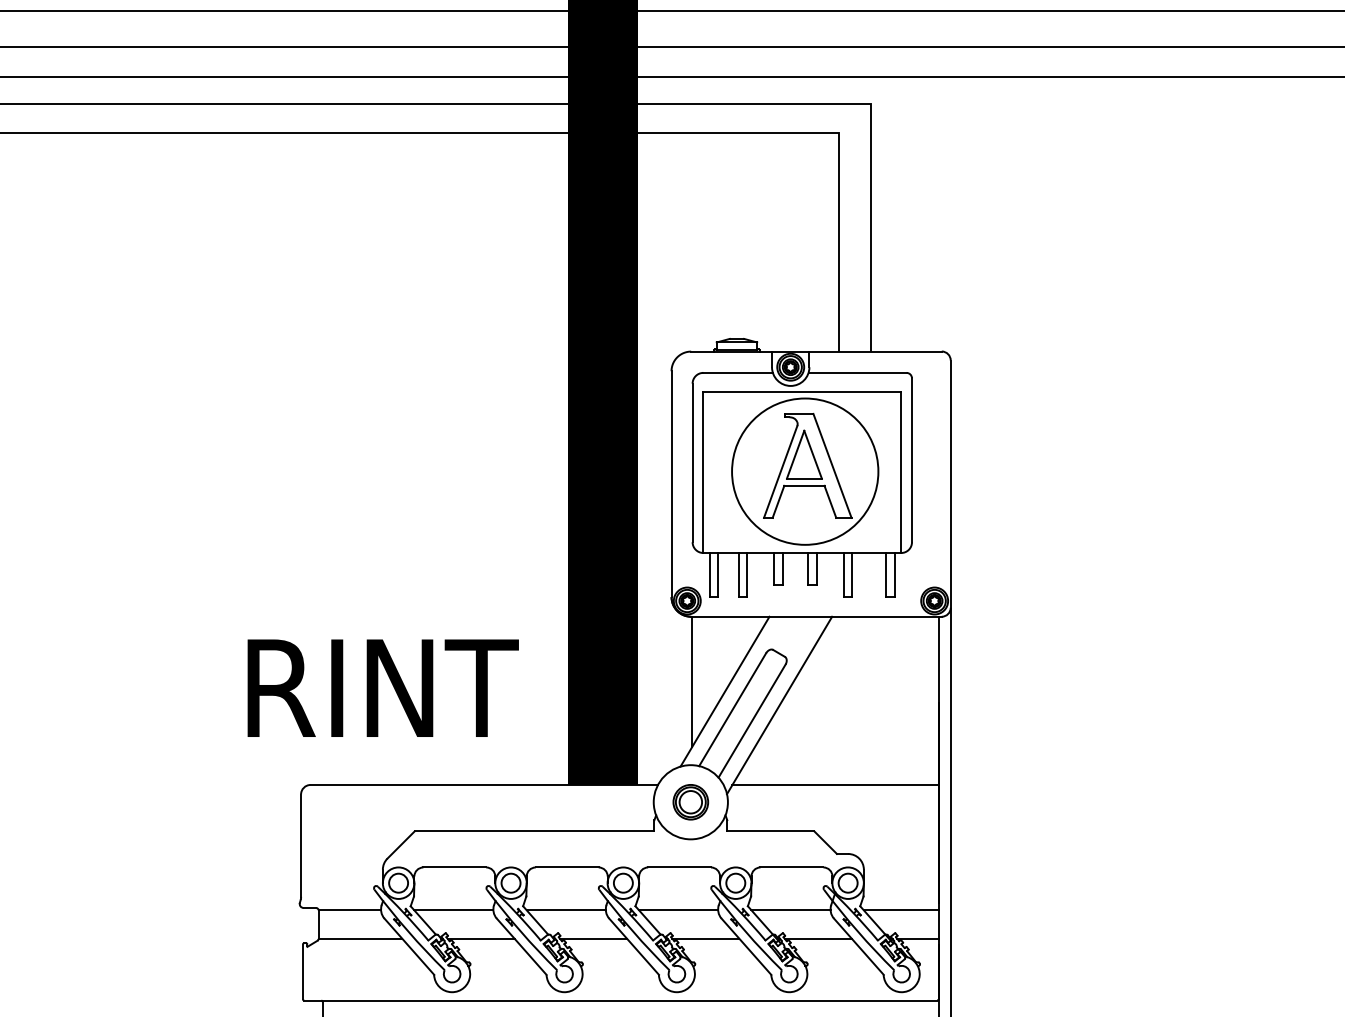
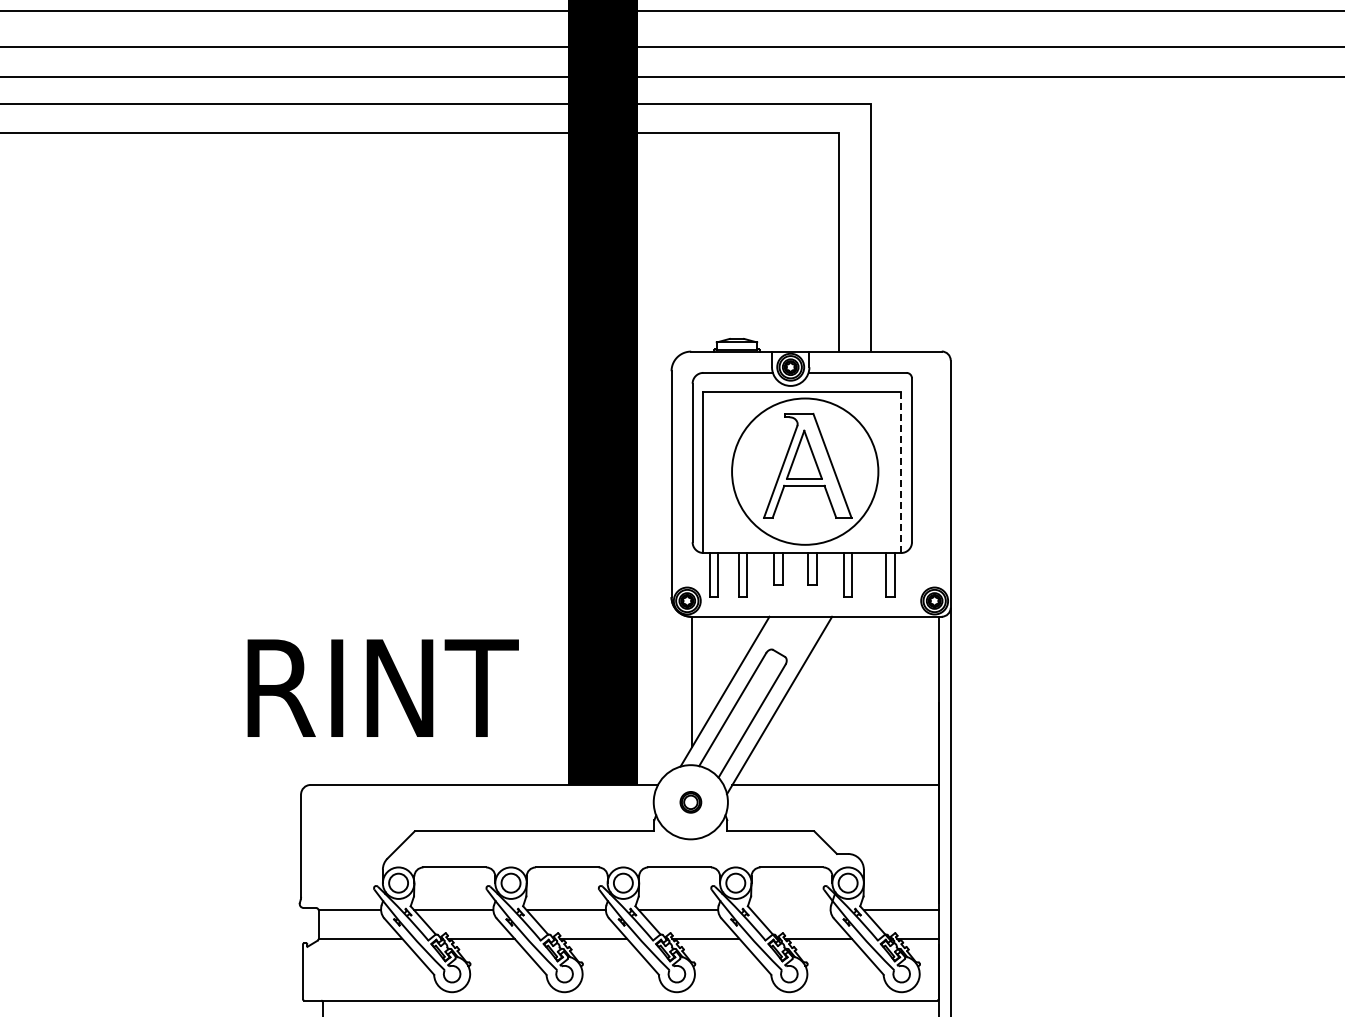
line at (901, 471): solid -> dashed
part at (690, 802) size: 38x37 px -> 24x23 px
line at (790, 910): present -> none
